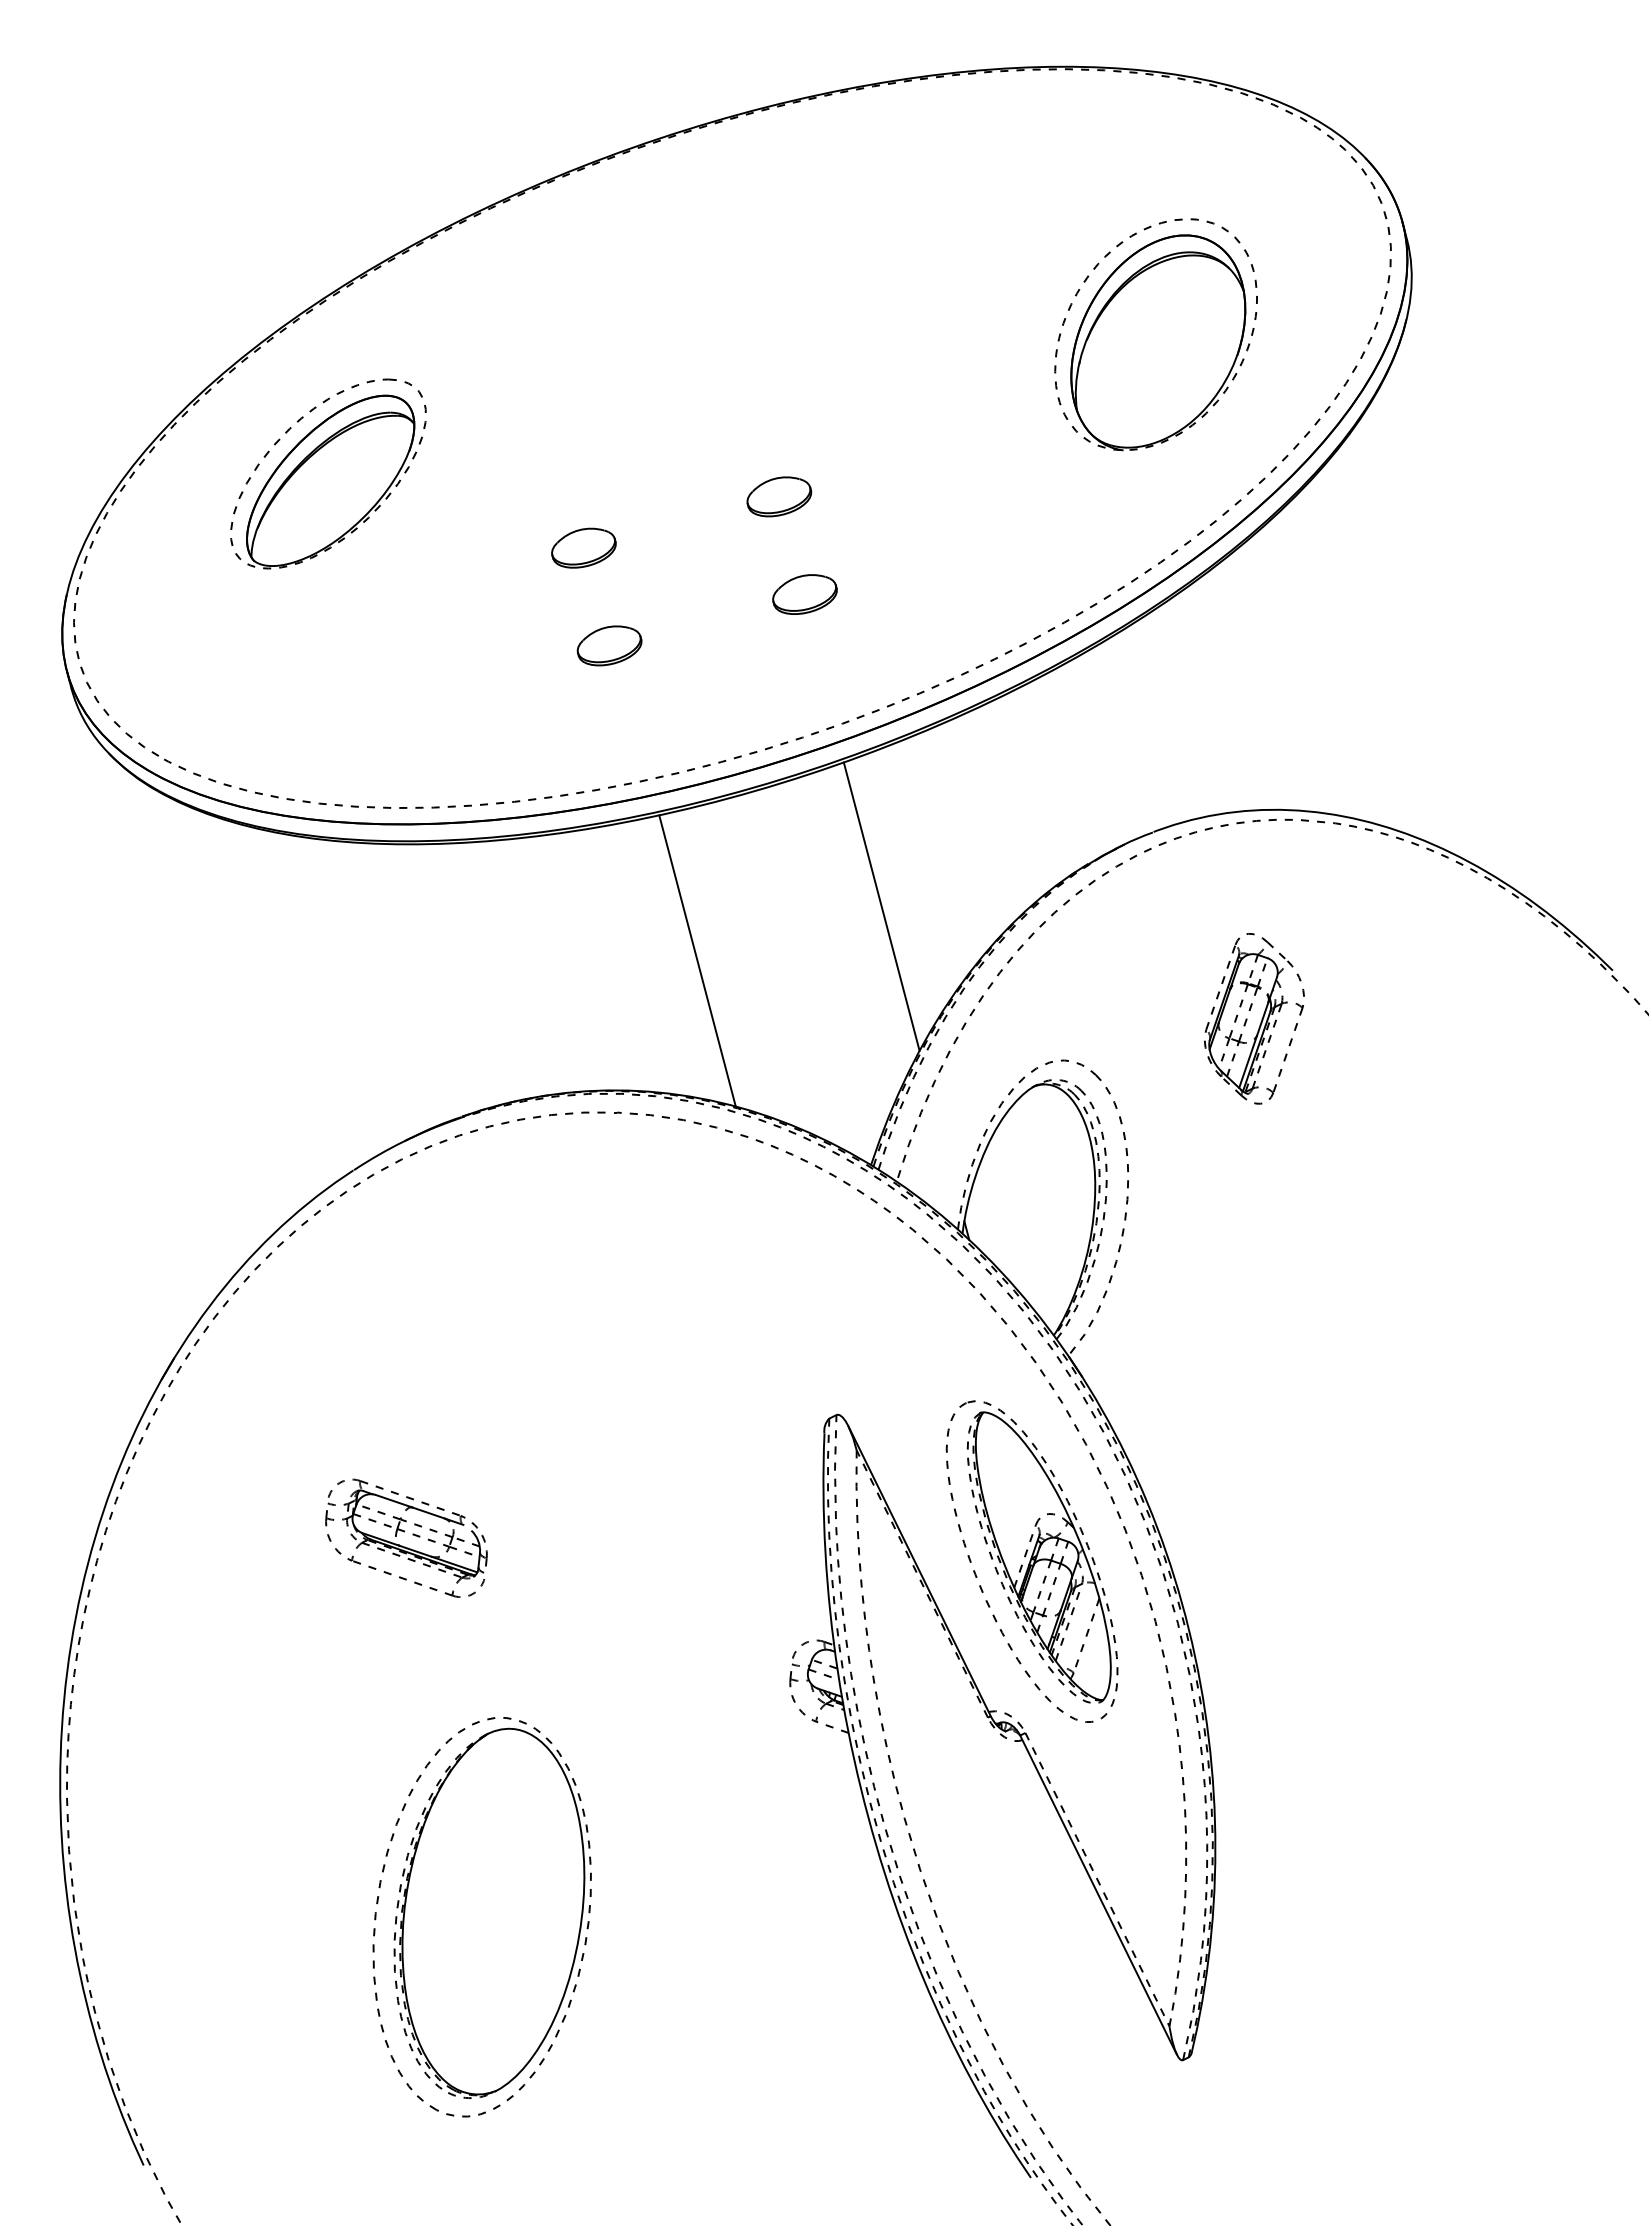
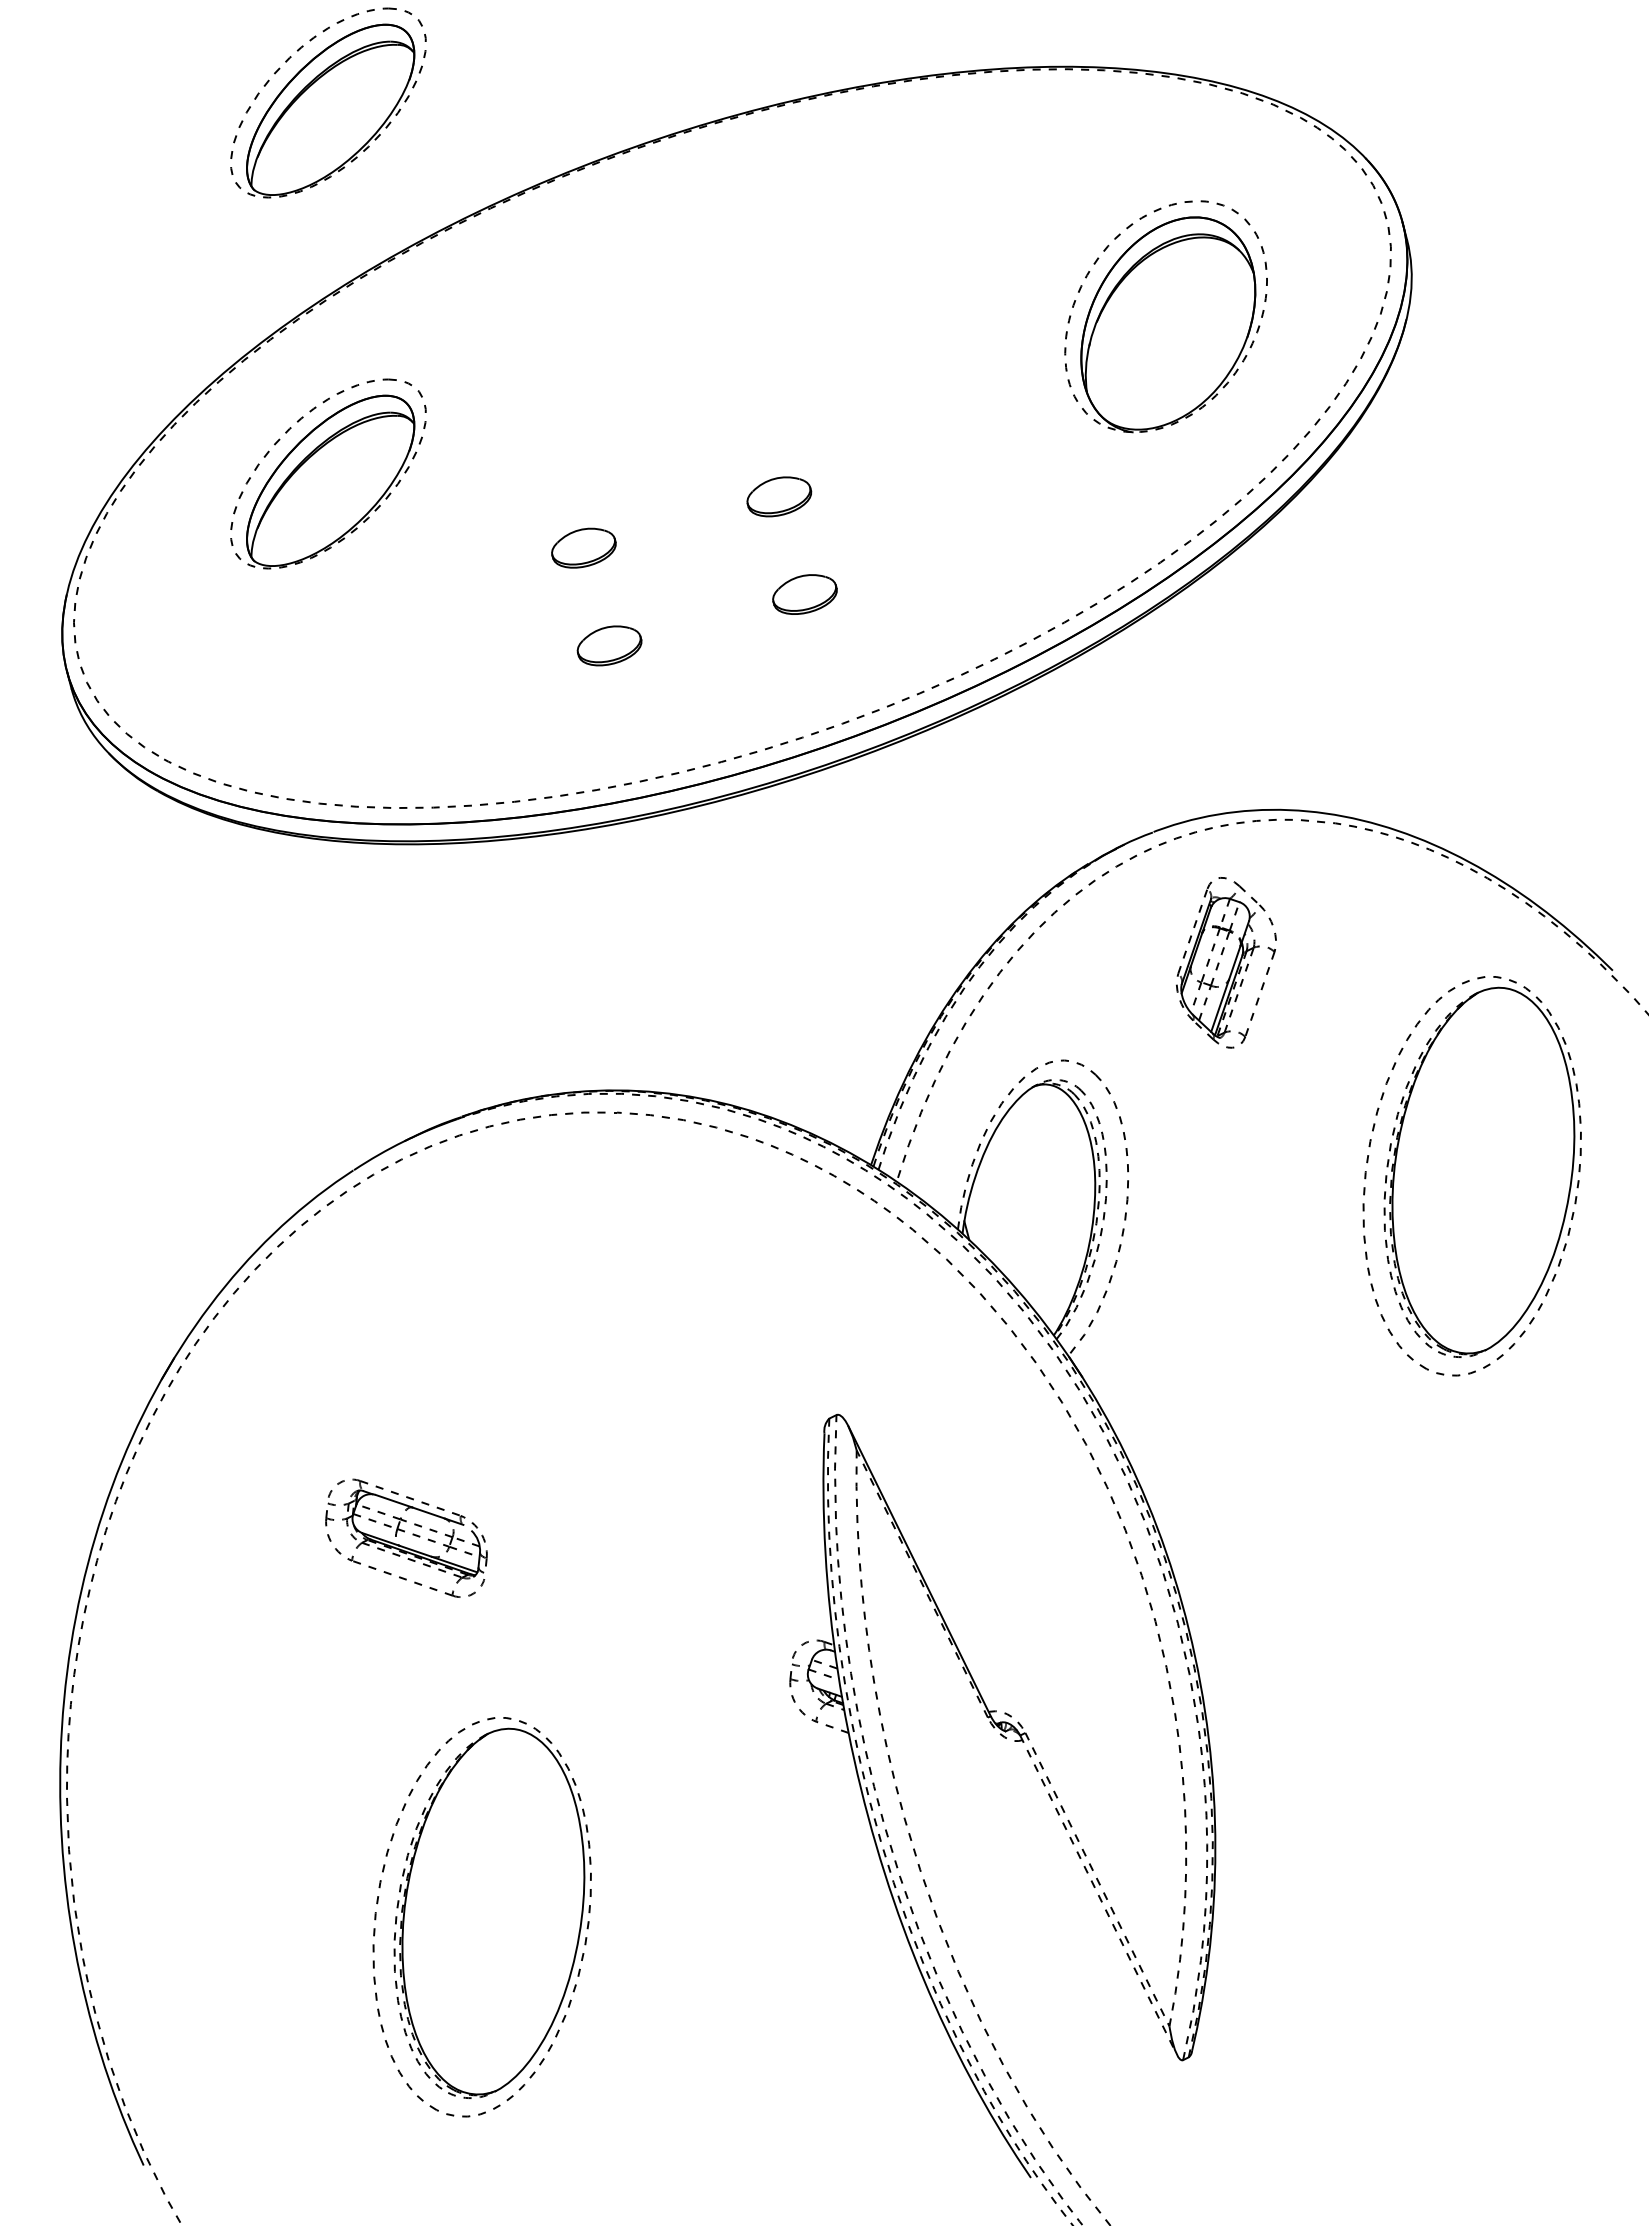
part at (328, 102): none -> present
part at (1155, 334) position: (1155, 334) -> (1165, 316)
line at (881, 906): present -> none
line at (697, 960): present -> none
part at (1254, 1018) position: (1254, 1018) -> (1226, 962)
part at (1471, 1176): none -> present
part at (1031, 1561): present -> none
line at (1098, 1894): solid -> dashed
